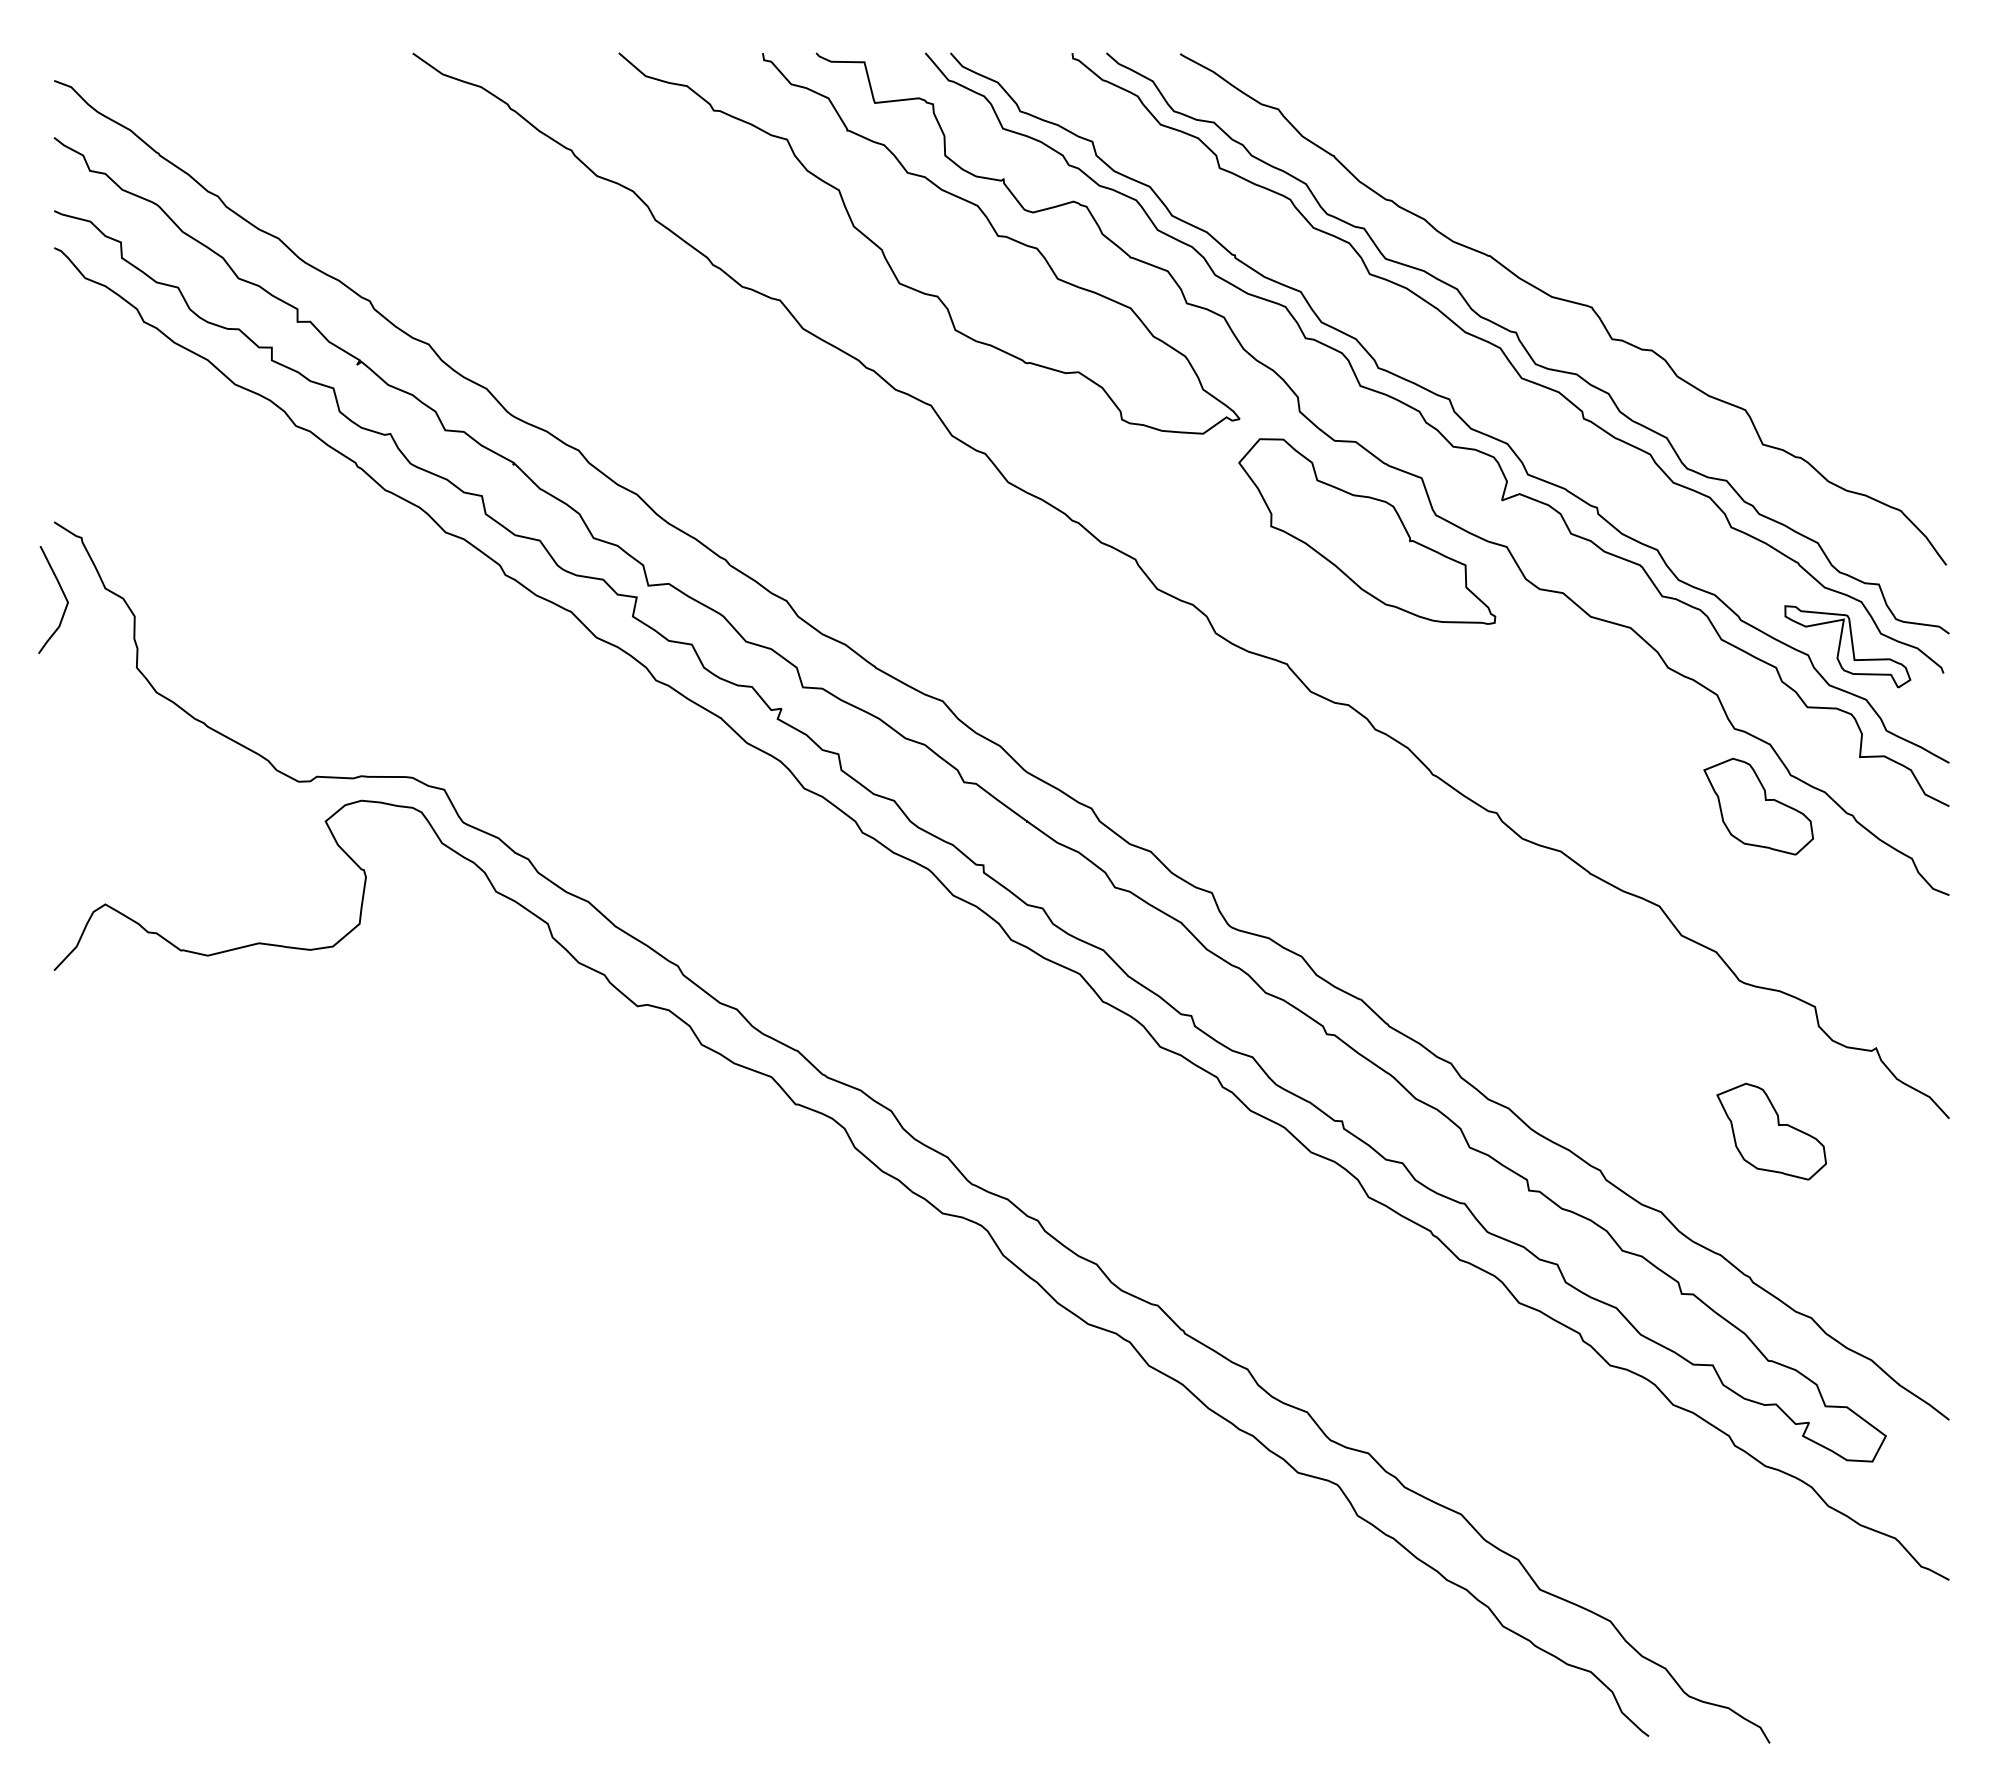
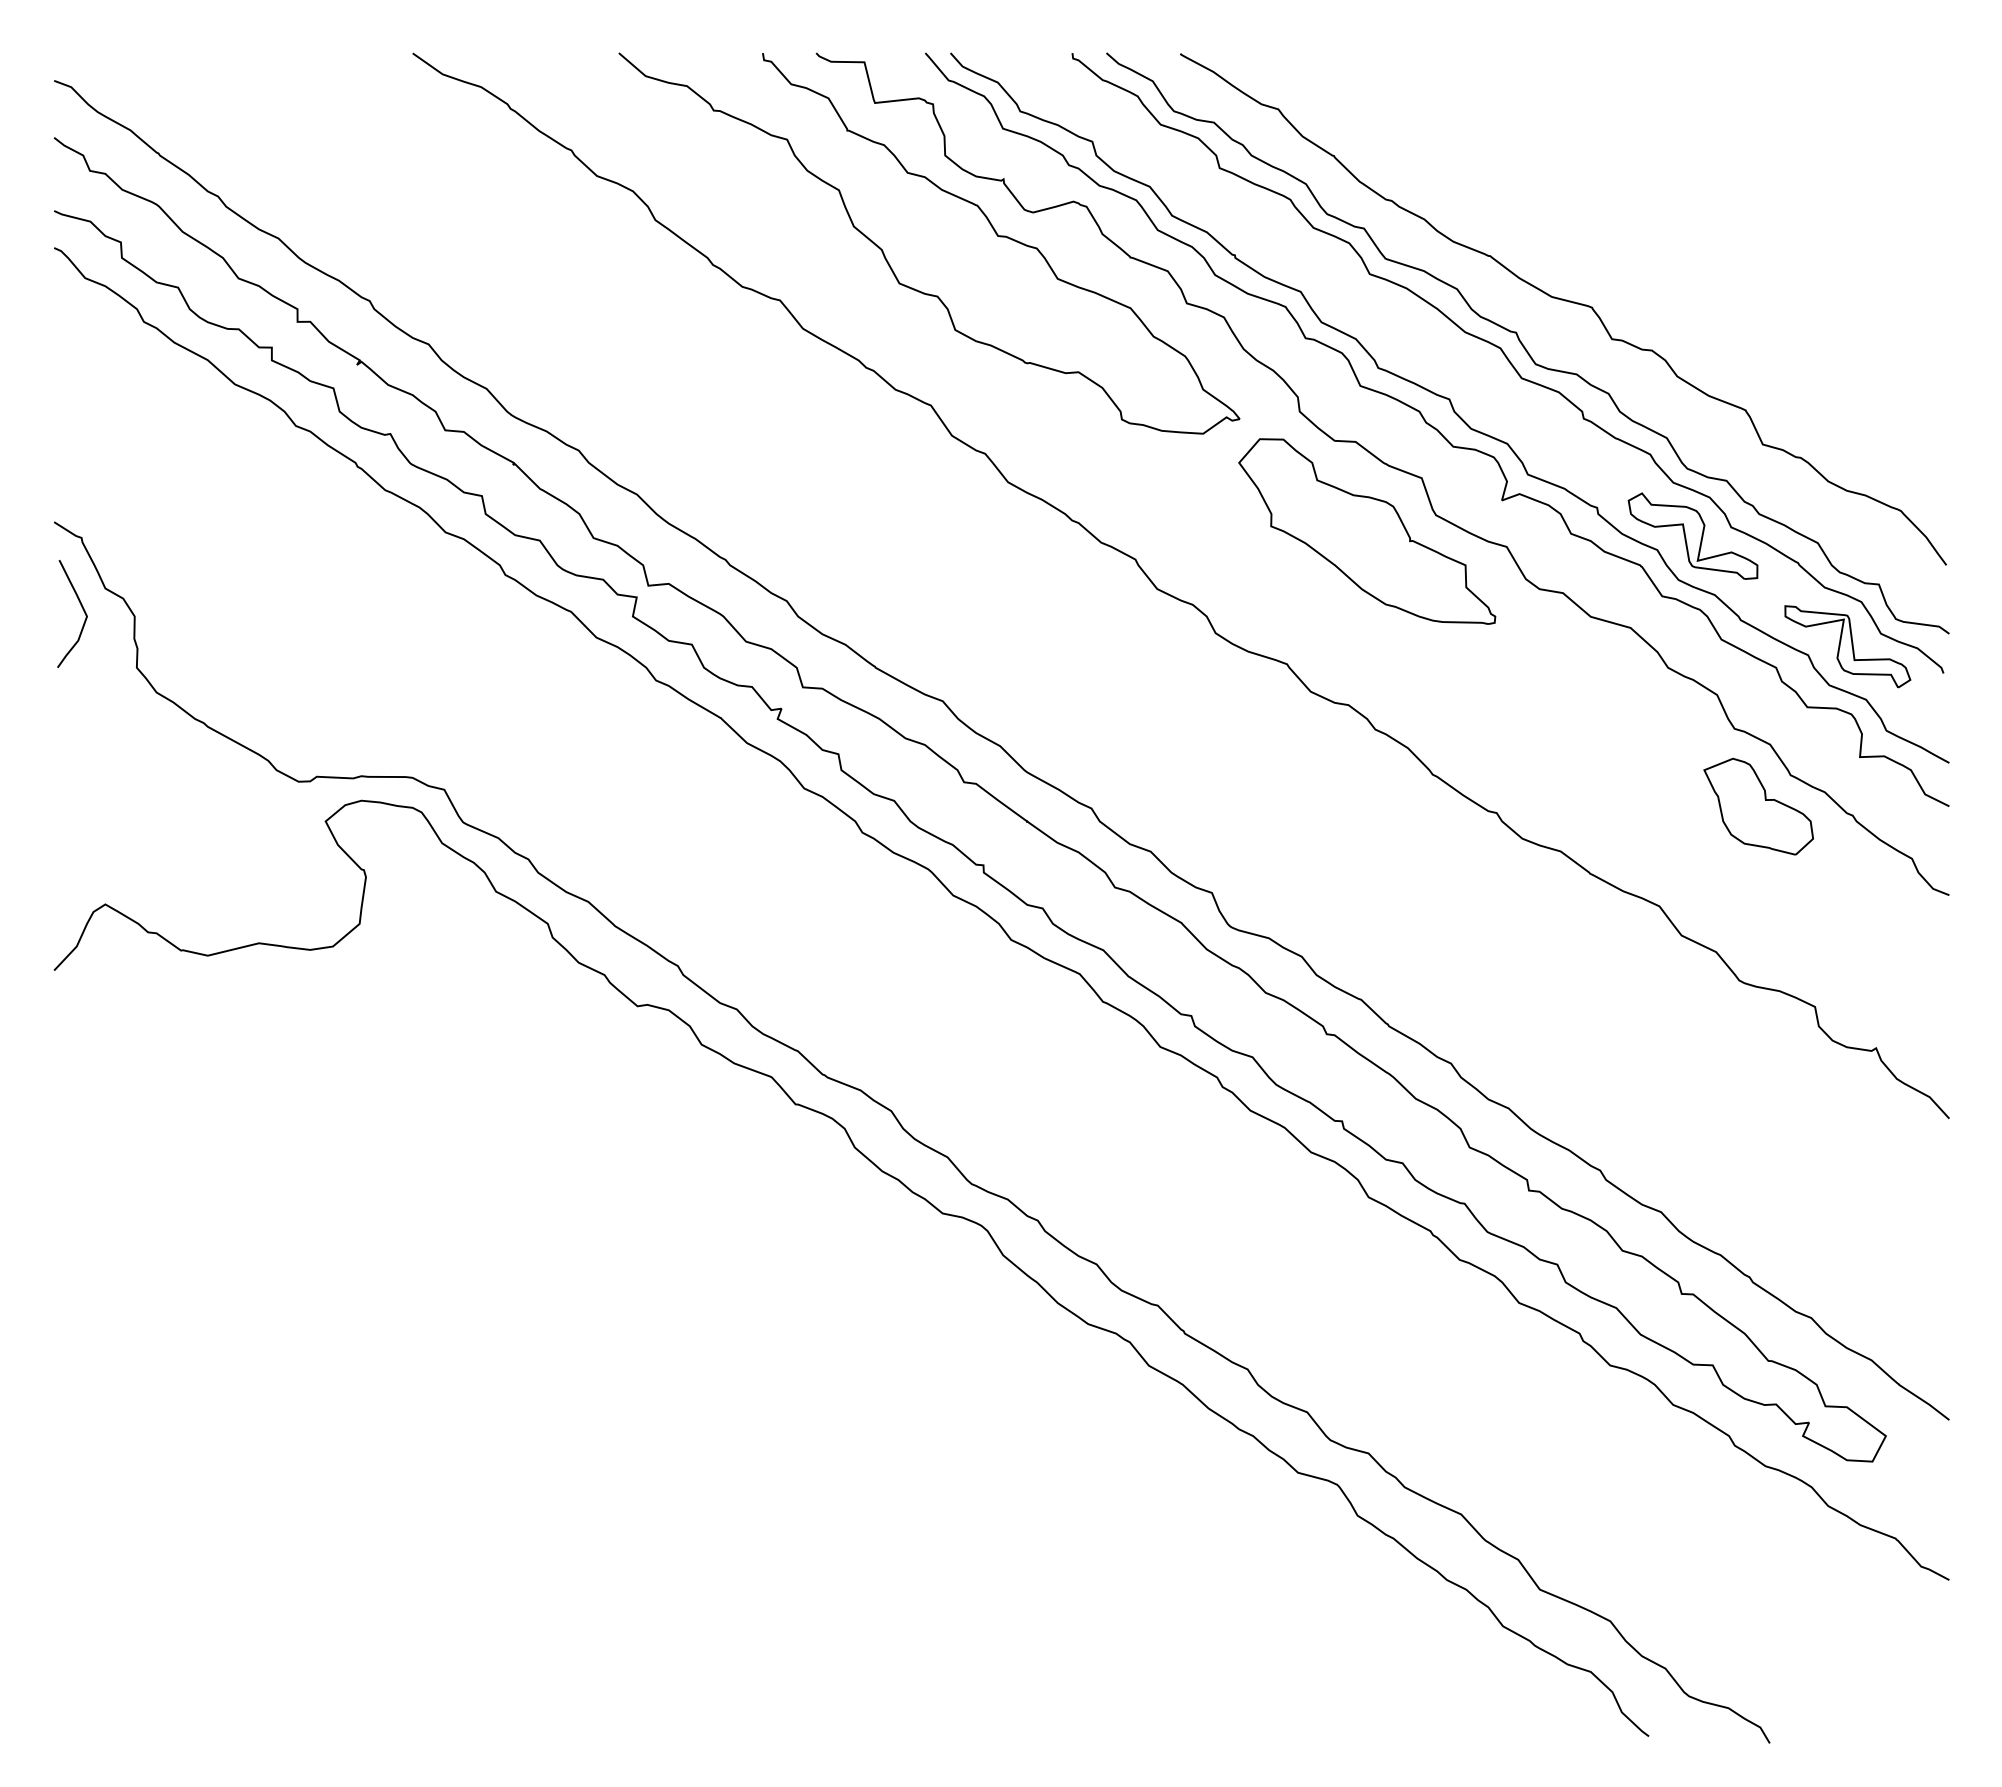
part at (1692, 535): none -> present
curve at (63, 595) position: (63, 595) -> (82, 609)
part at (1771, 1131): present -> none
